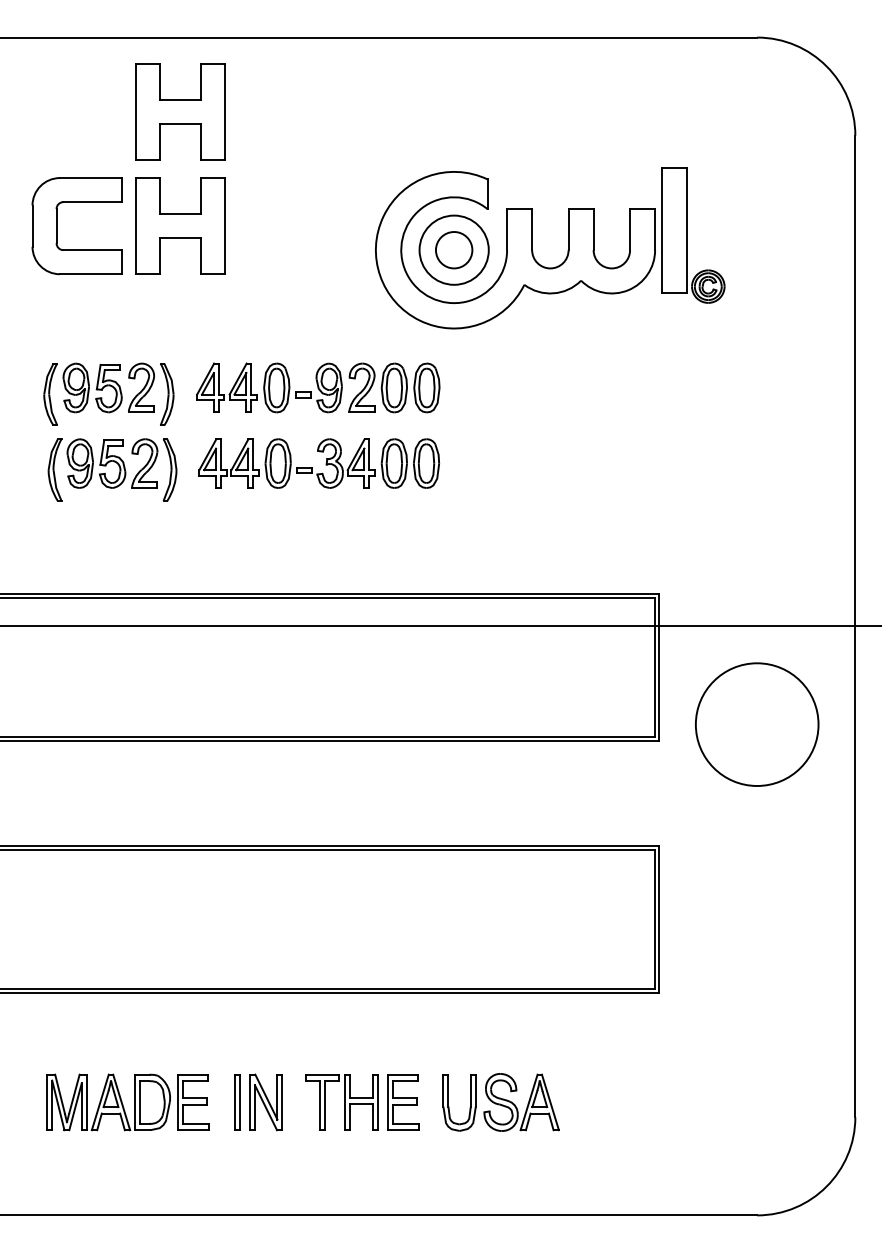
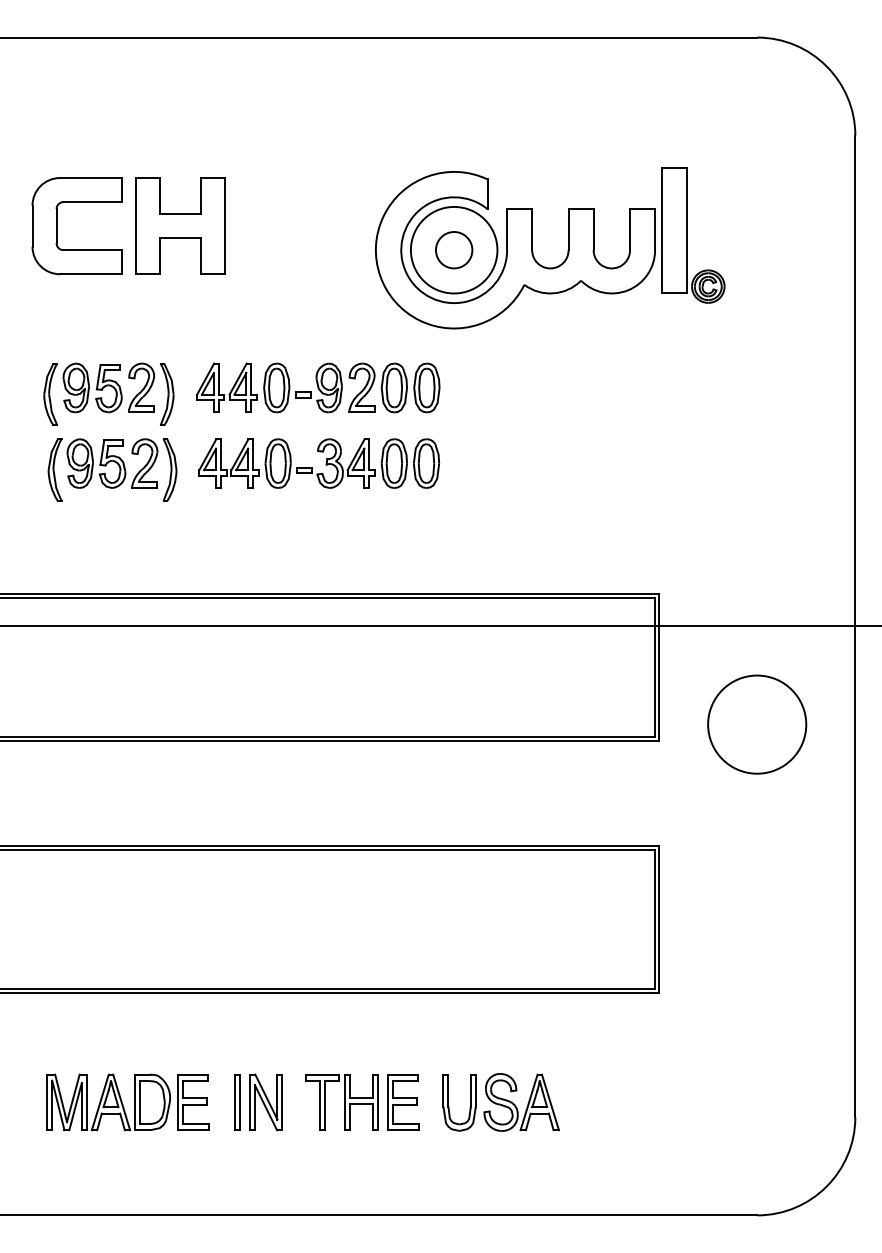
part at (180, 111): present -> none
circle at (453, 249) diameter: 69 px -> 87 px
circle at (756, 724) diameter: 123 px -> 98 px
